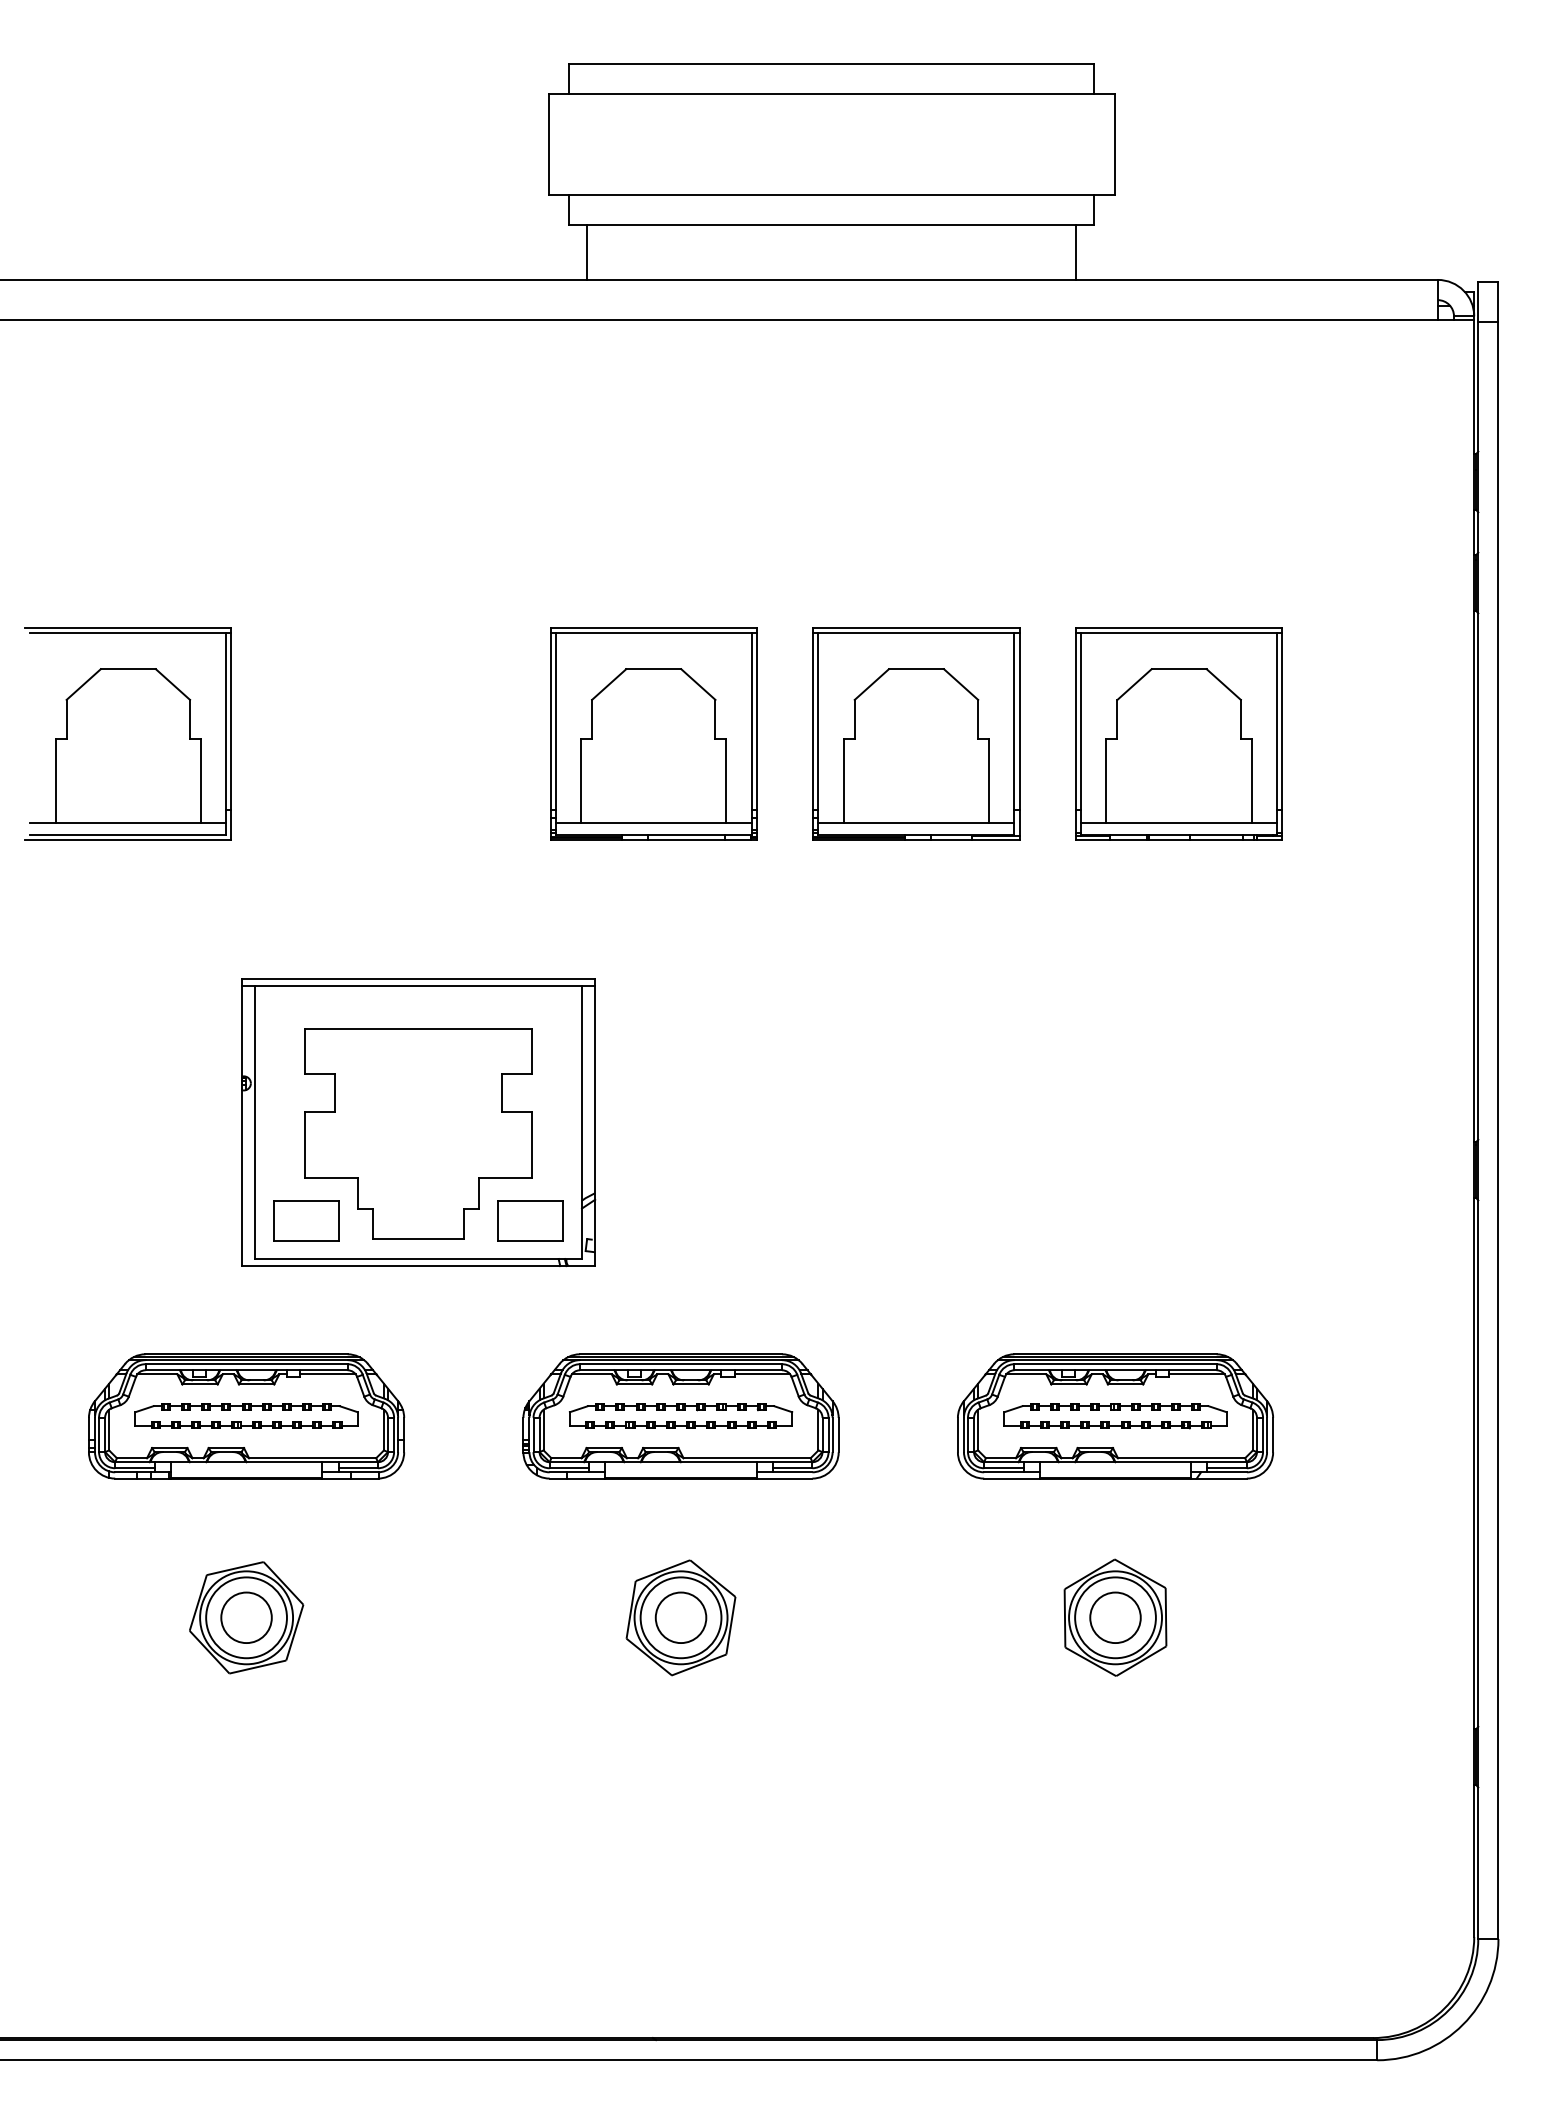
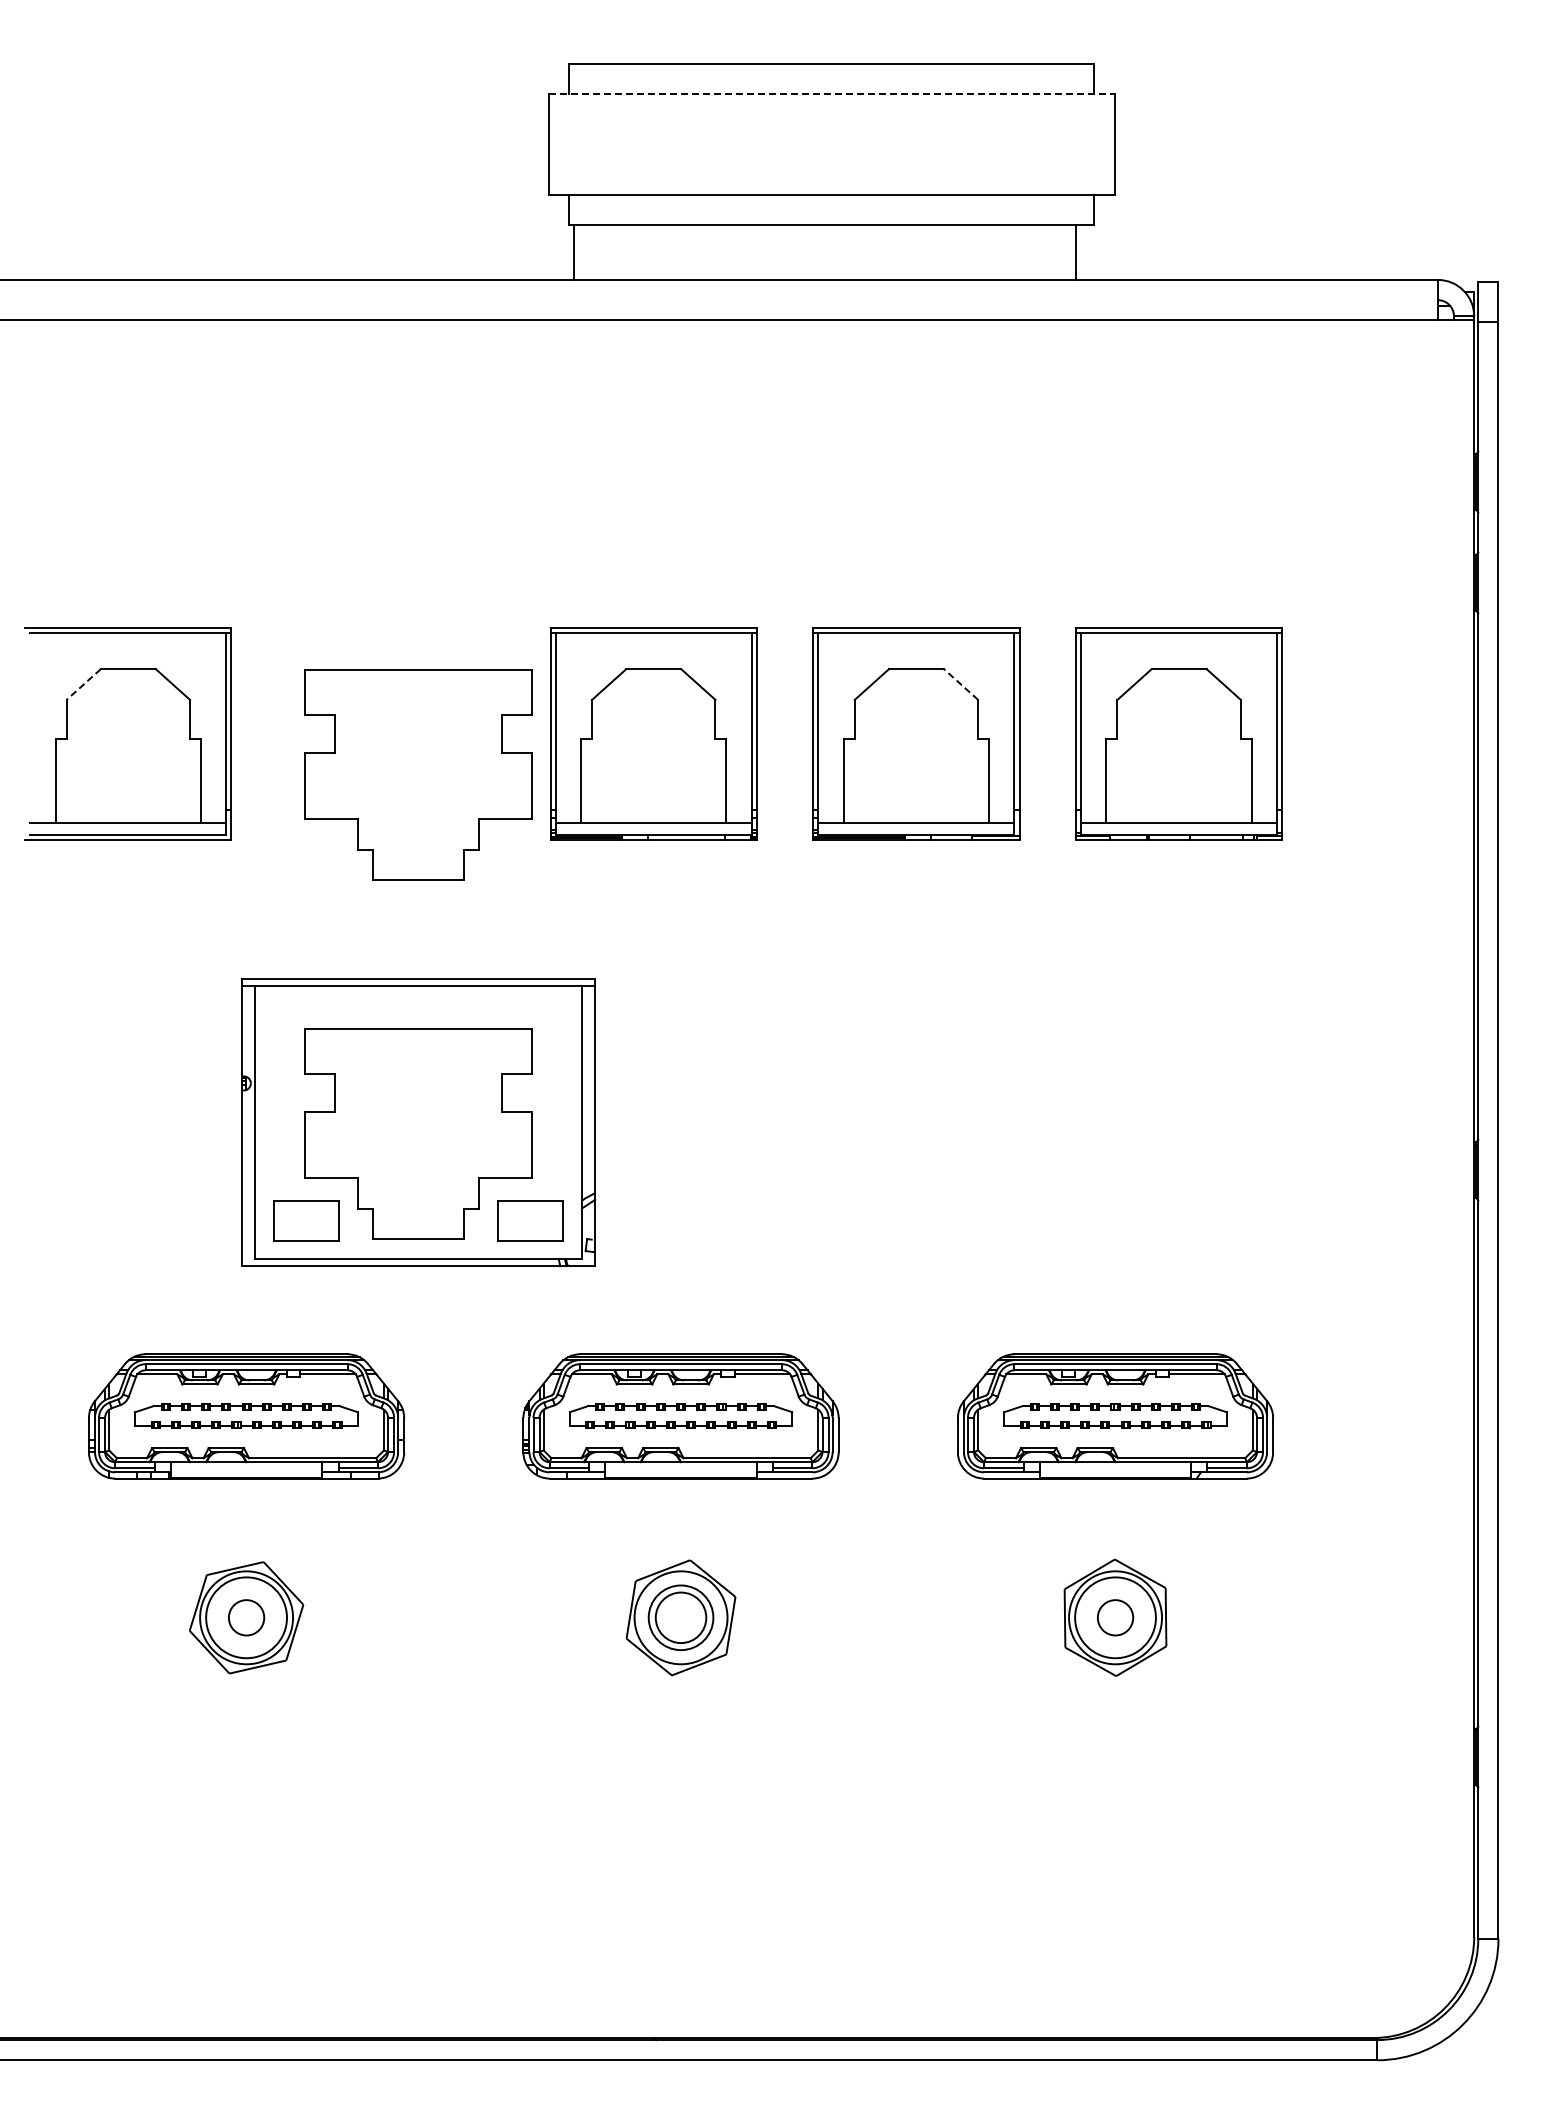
line at (831, 94): solid -> dashed
line at (587, 252) position: (587, 252) -> (574, 252)
line at (83, 684): solid -> dashed
line at (961, 684): solid -> dashed
part at (418, 774): none -> present
circle at (246, 1617) diameter: 51 px -> 35 px
circle at (680, 1617) diameter: 81 px -> 65 px
circle at (1115, 1617) diameter: 51 px -> 35 px
